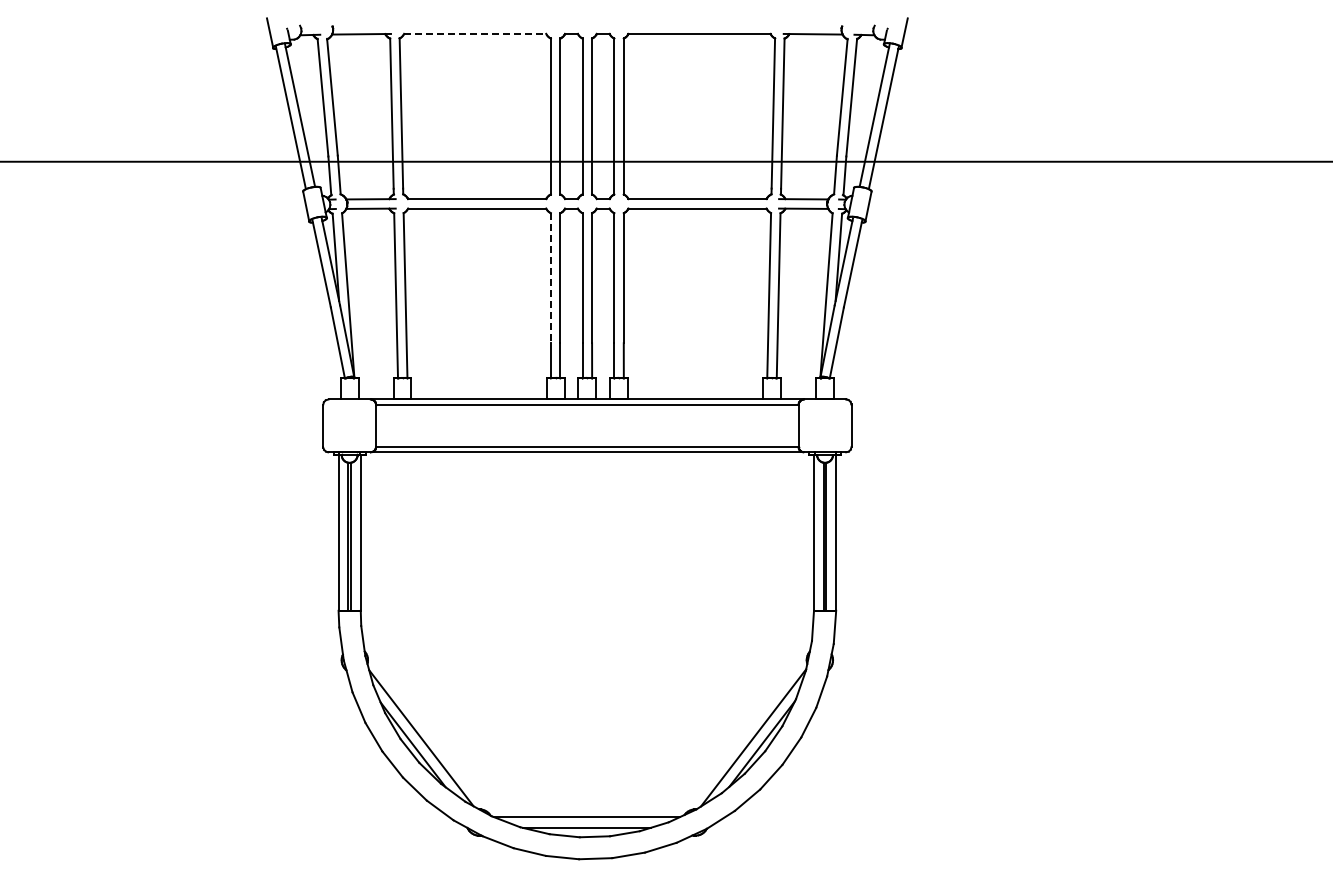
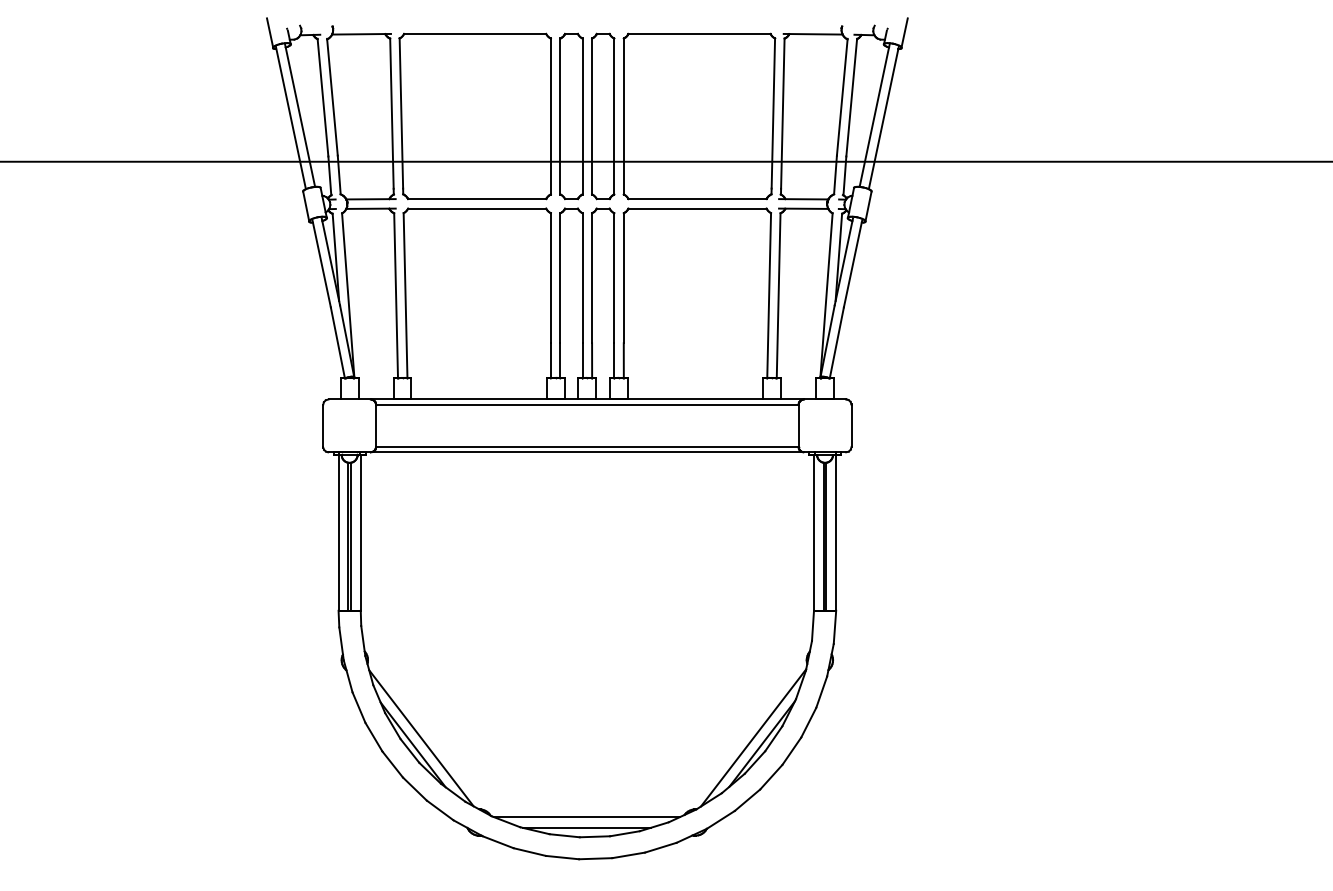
line at (475, 33): dashed -> solid
line at (550, 278): dashed -> solid
